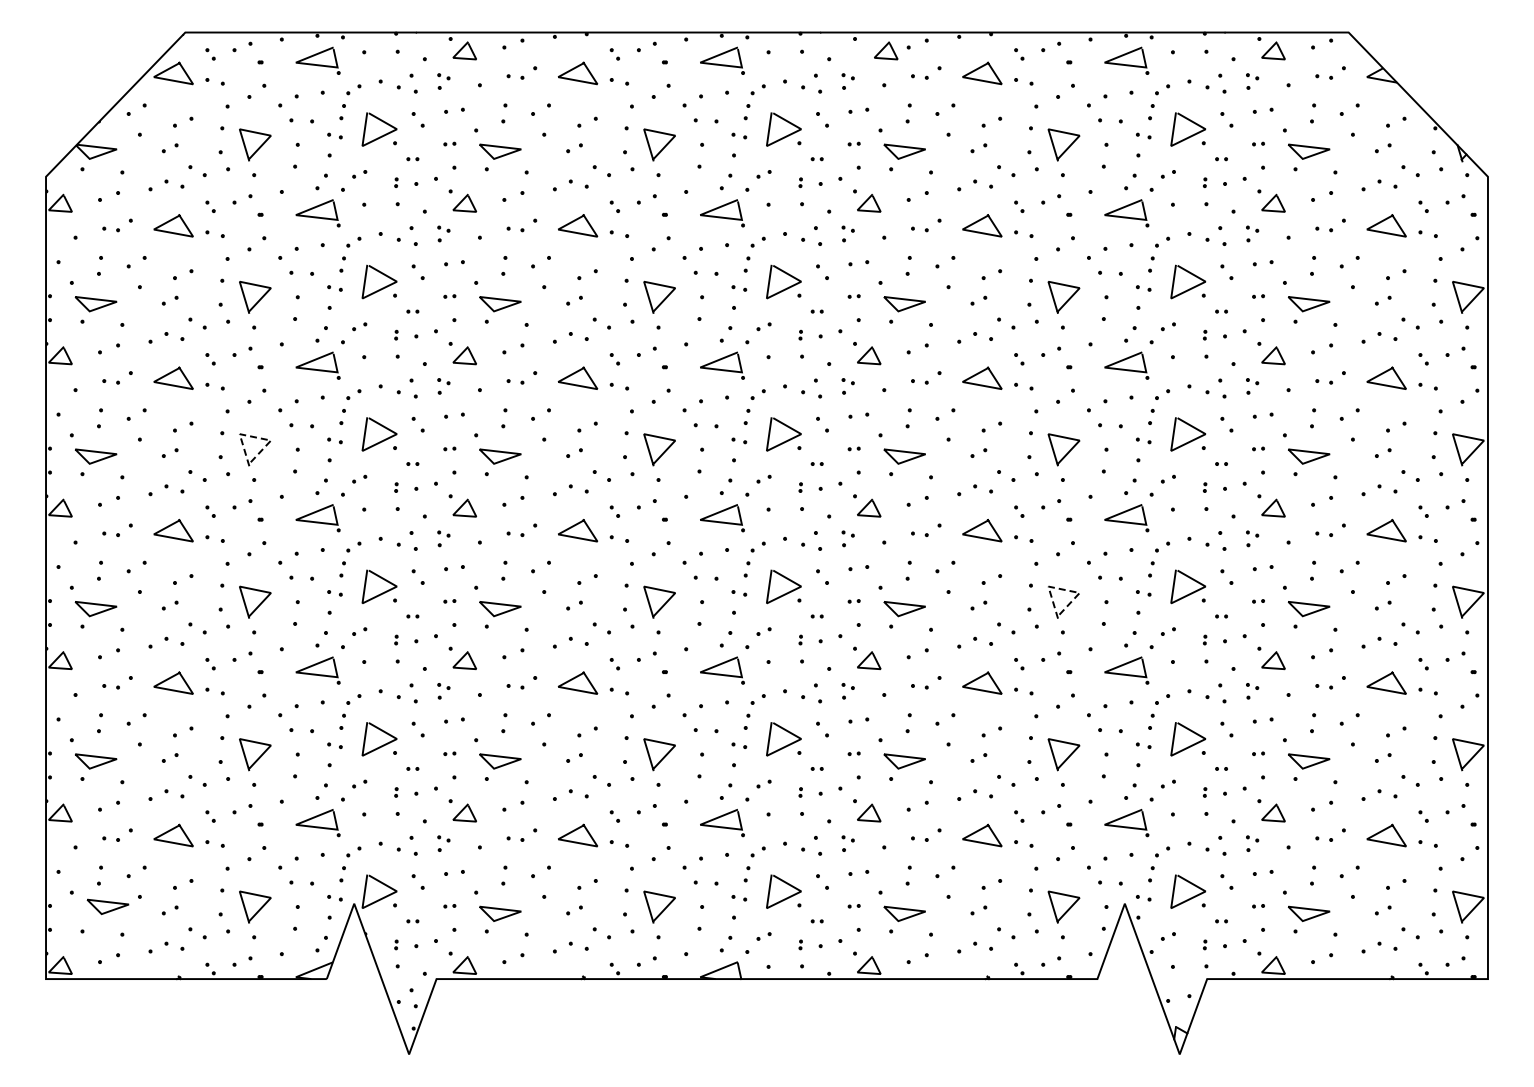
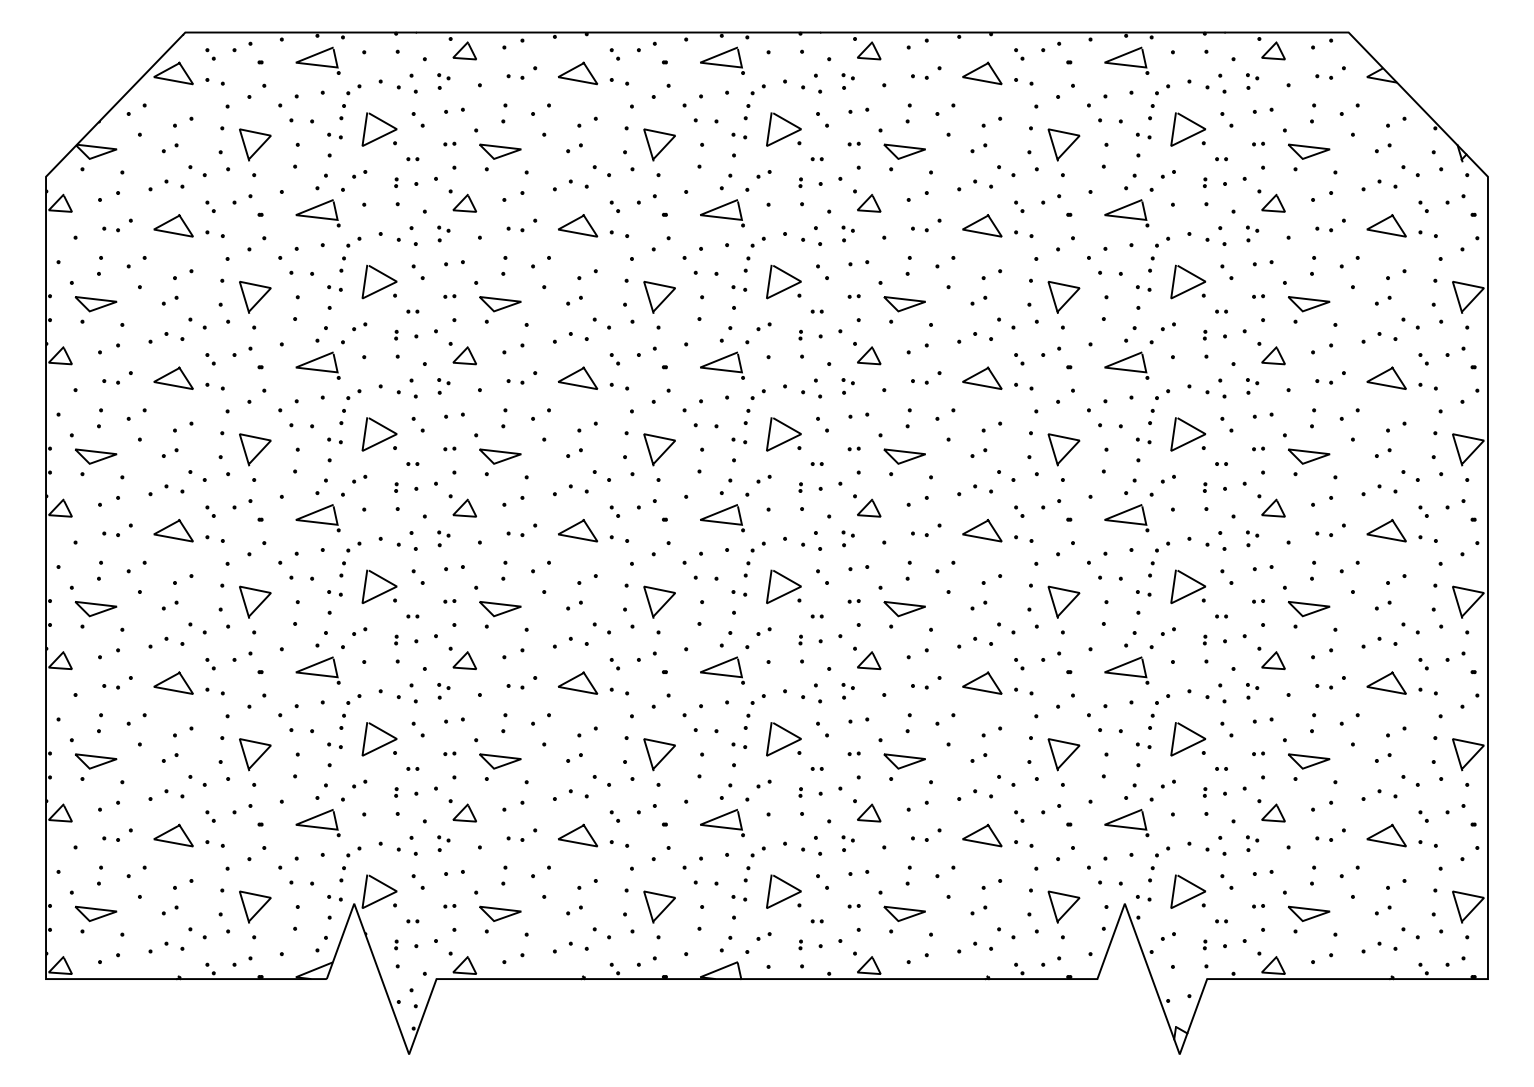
line at (884, 48) position: (884, 48) -> (867, 48)
line at (255, 437): dashed -> solid
line at (1064, 589): dashed -> solid
part at (107, 906) position: (107, 906) -> (95, 913)
